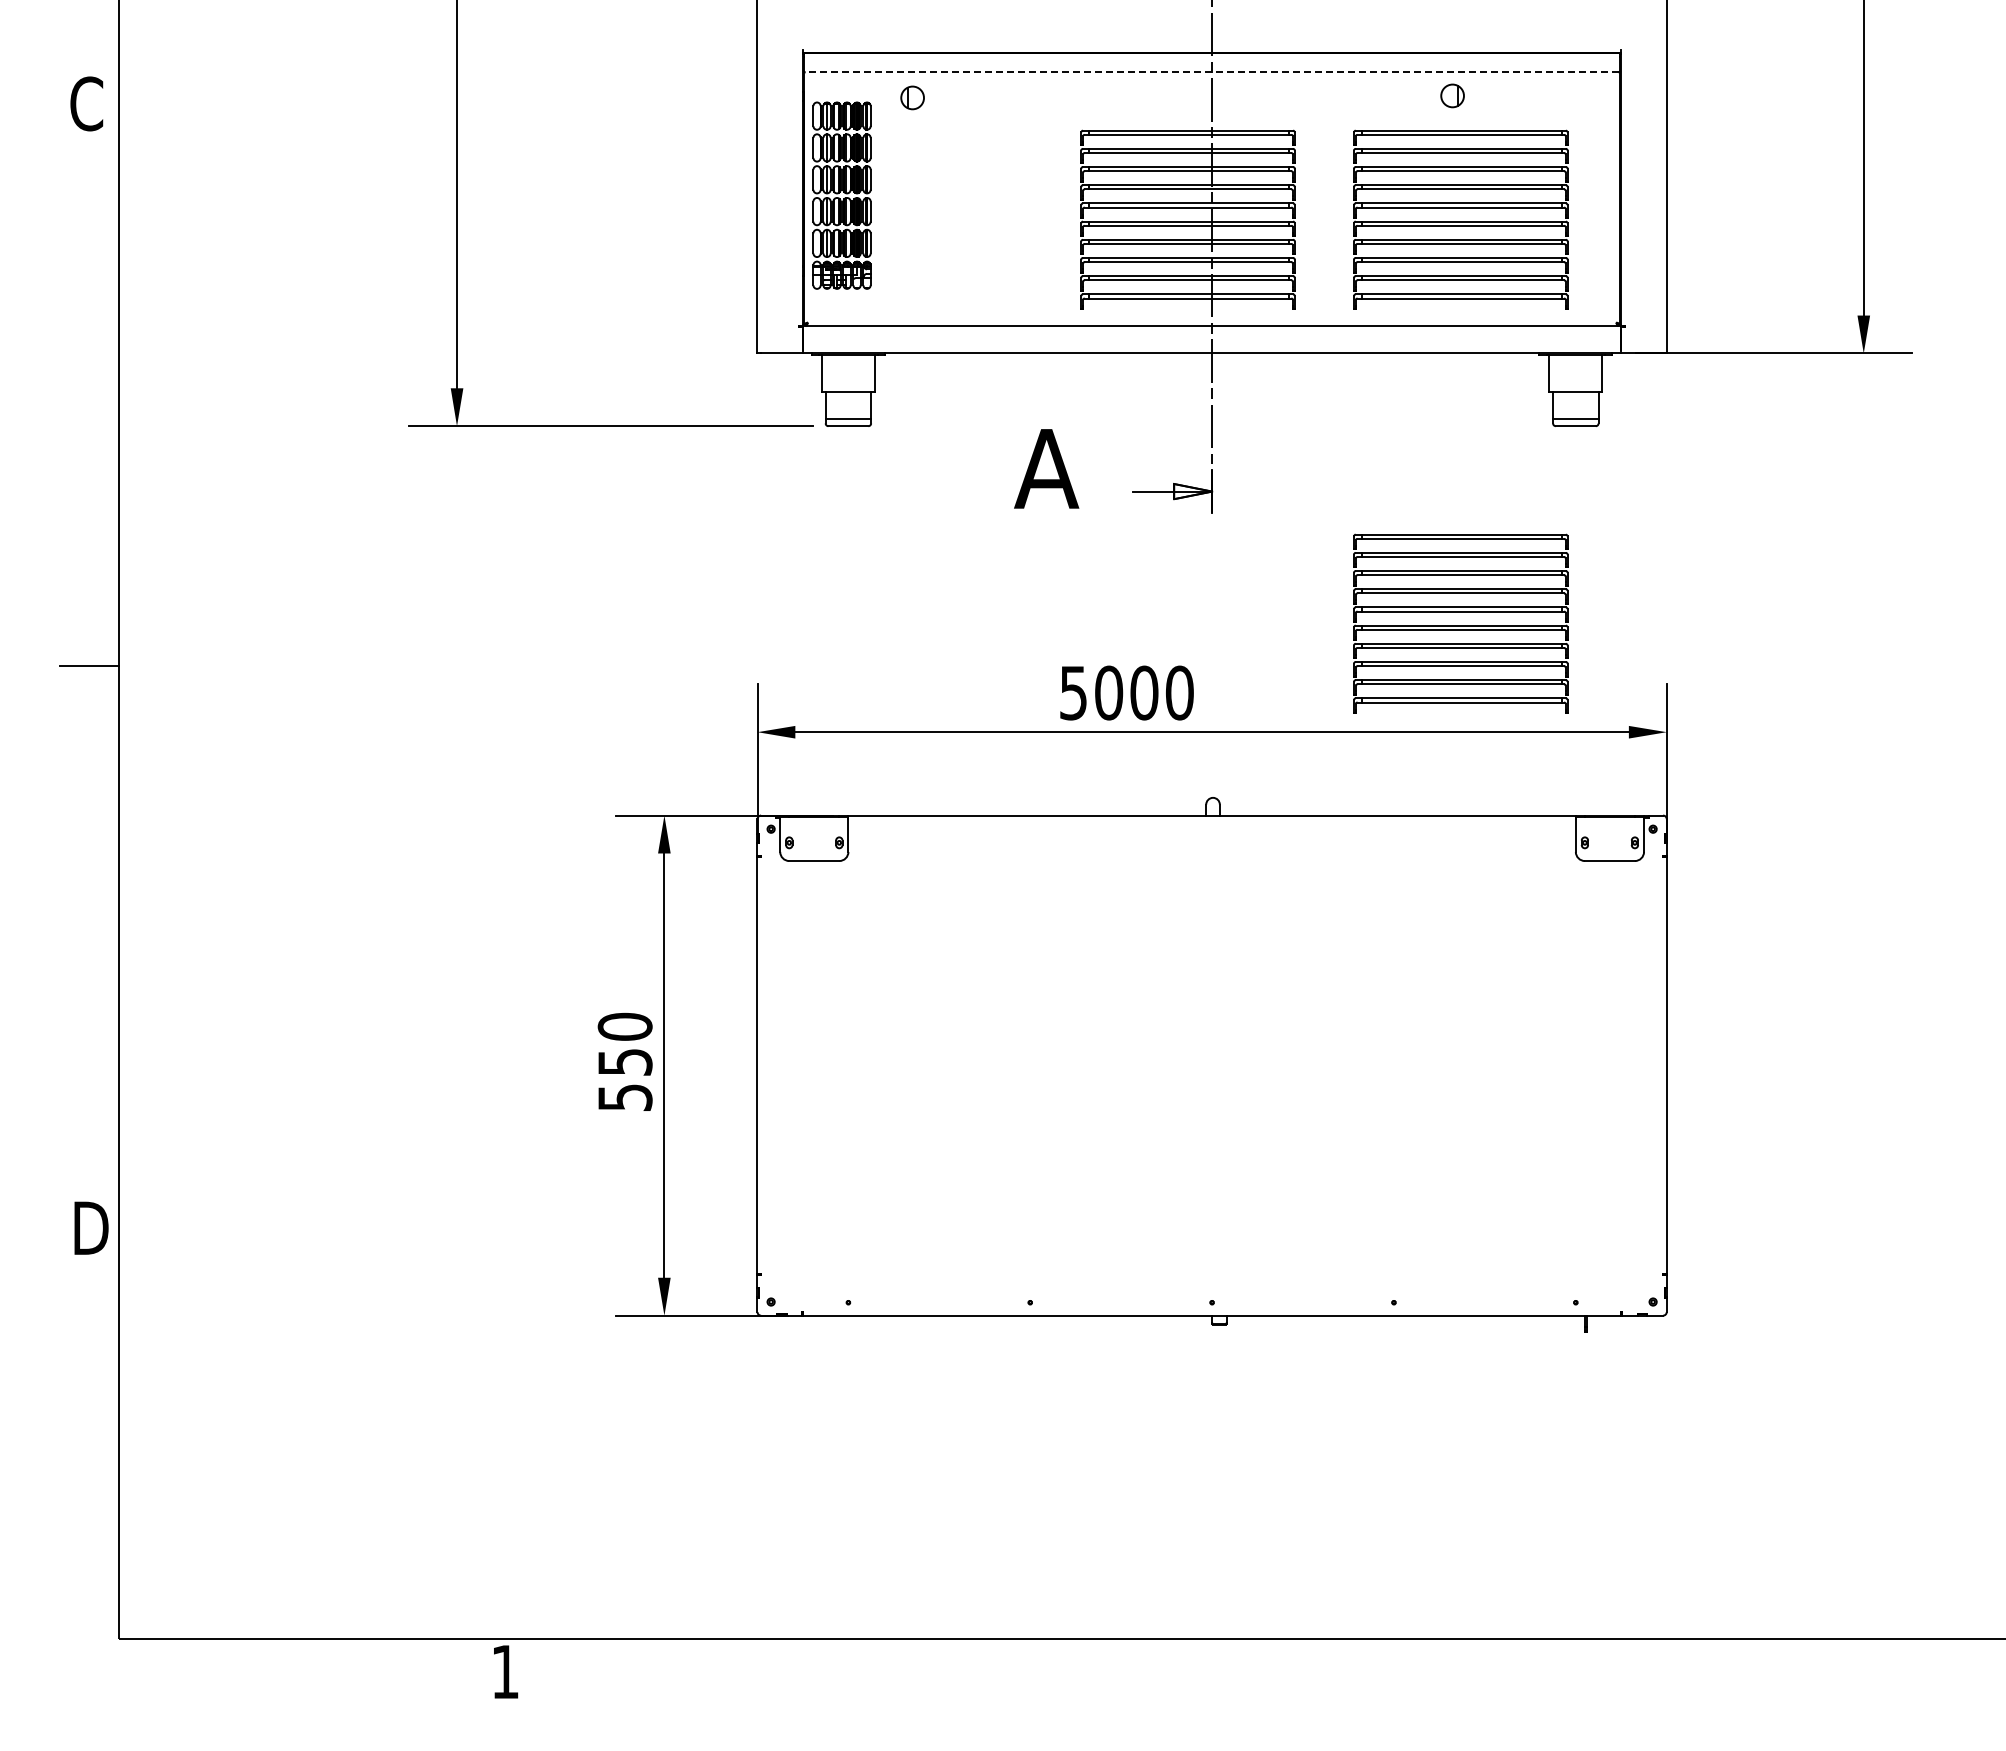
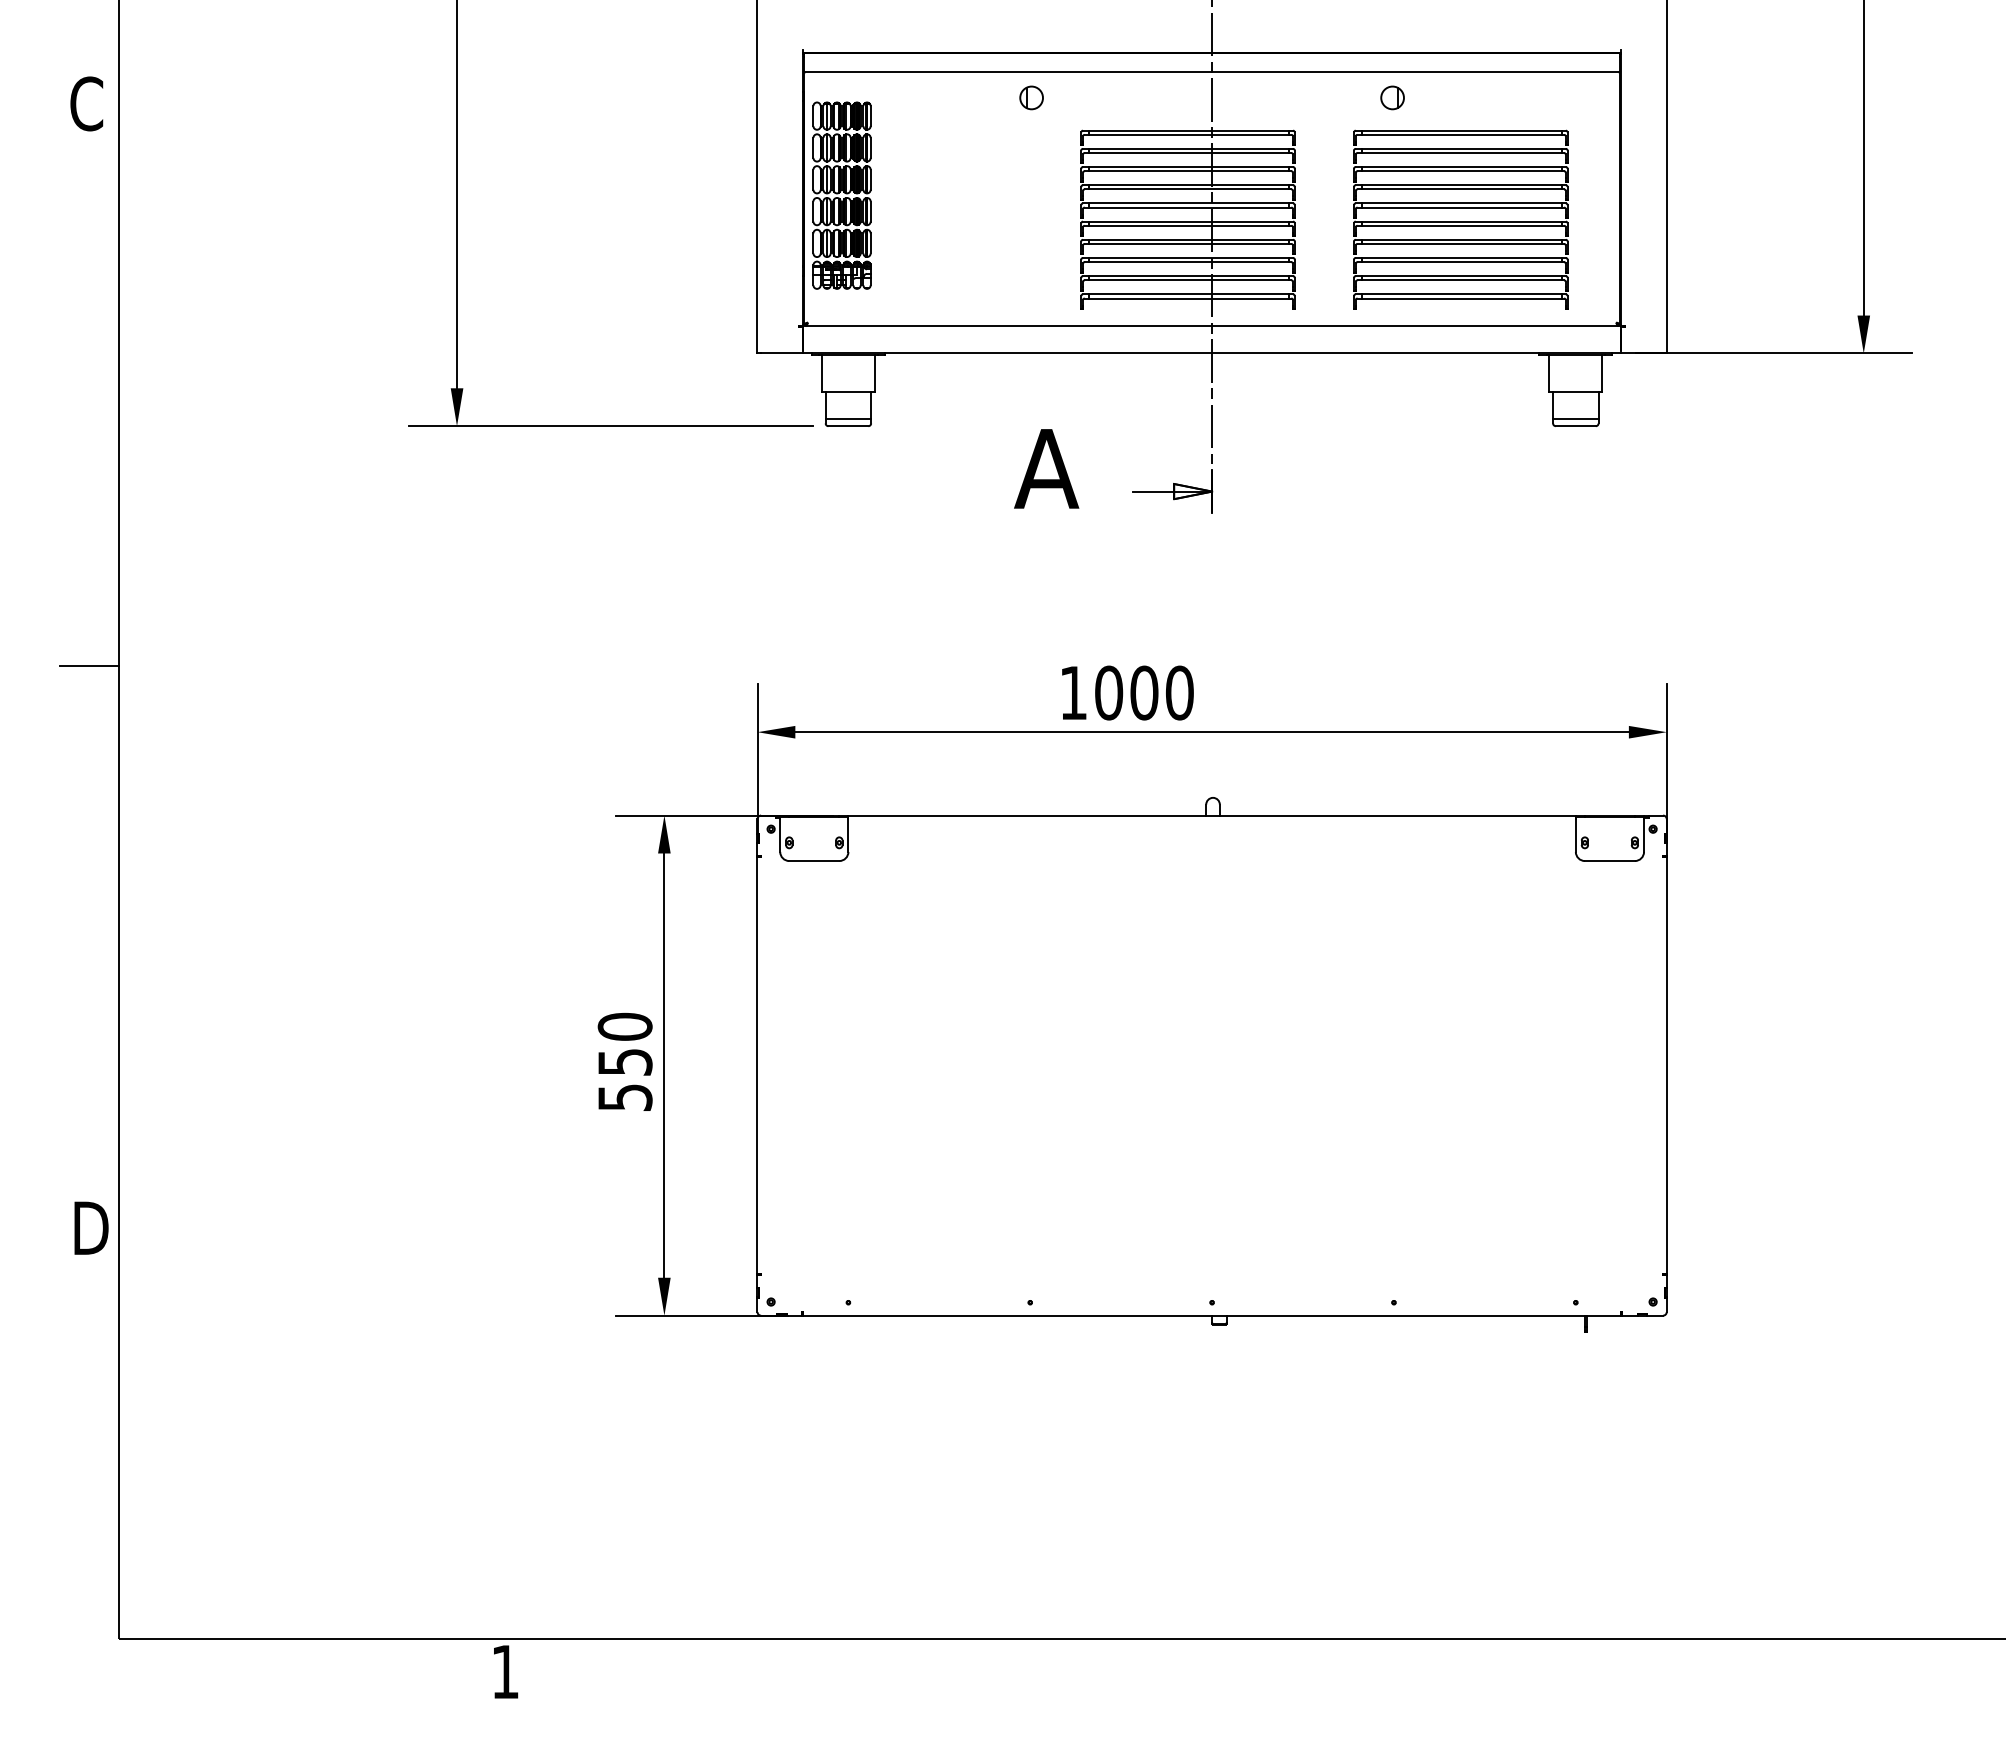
line at (1211, 72): dashed -> solid
part at (1452, 95) position: (1452, 95) -> (1392, 97)
part at (912, 97) position: (912, 97) -> (1031, 97)
part at (1460, 623): present -> none
text at (1073, 693): 5000 -> 1000
